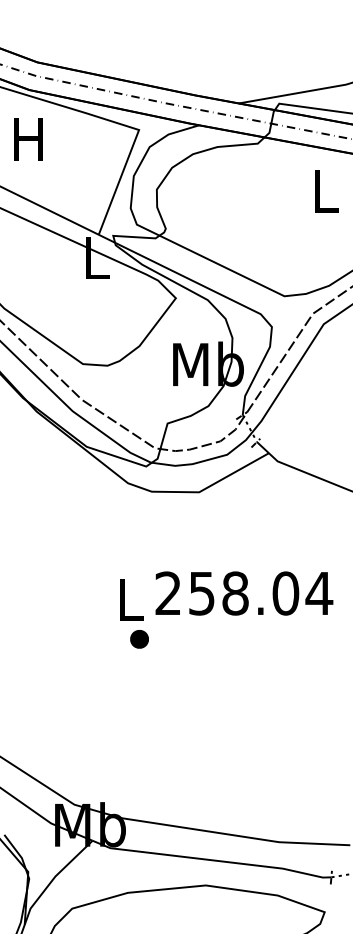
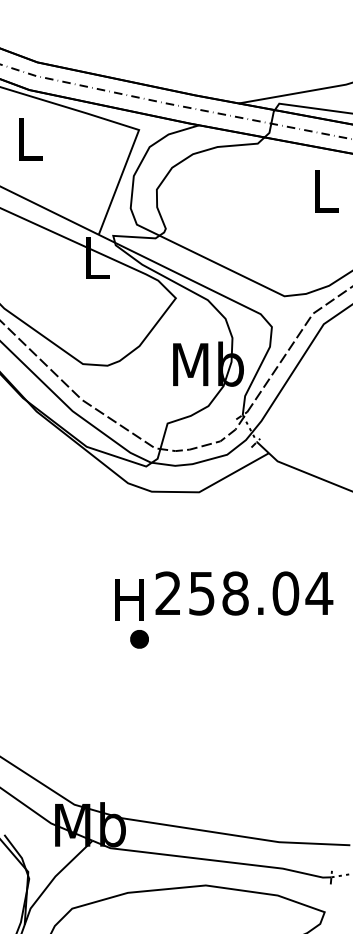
text at (28, 139): H -> L
text at (129, 599): L -> H
